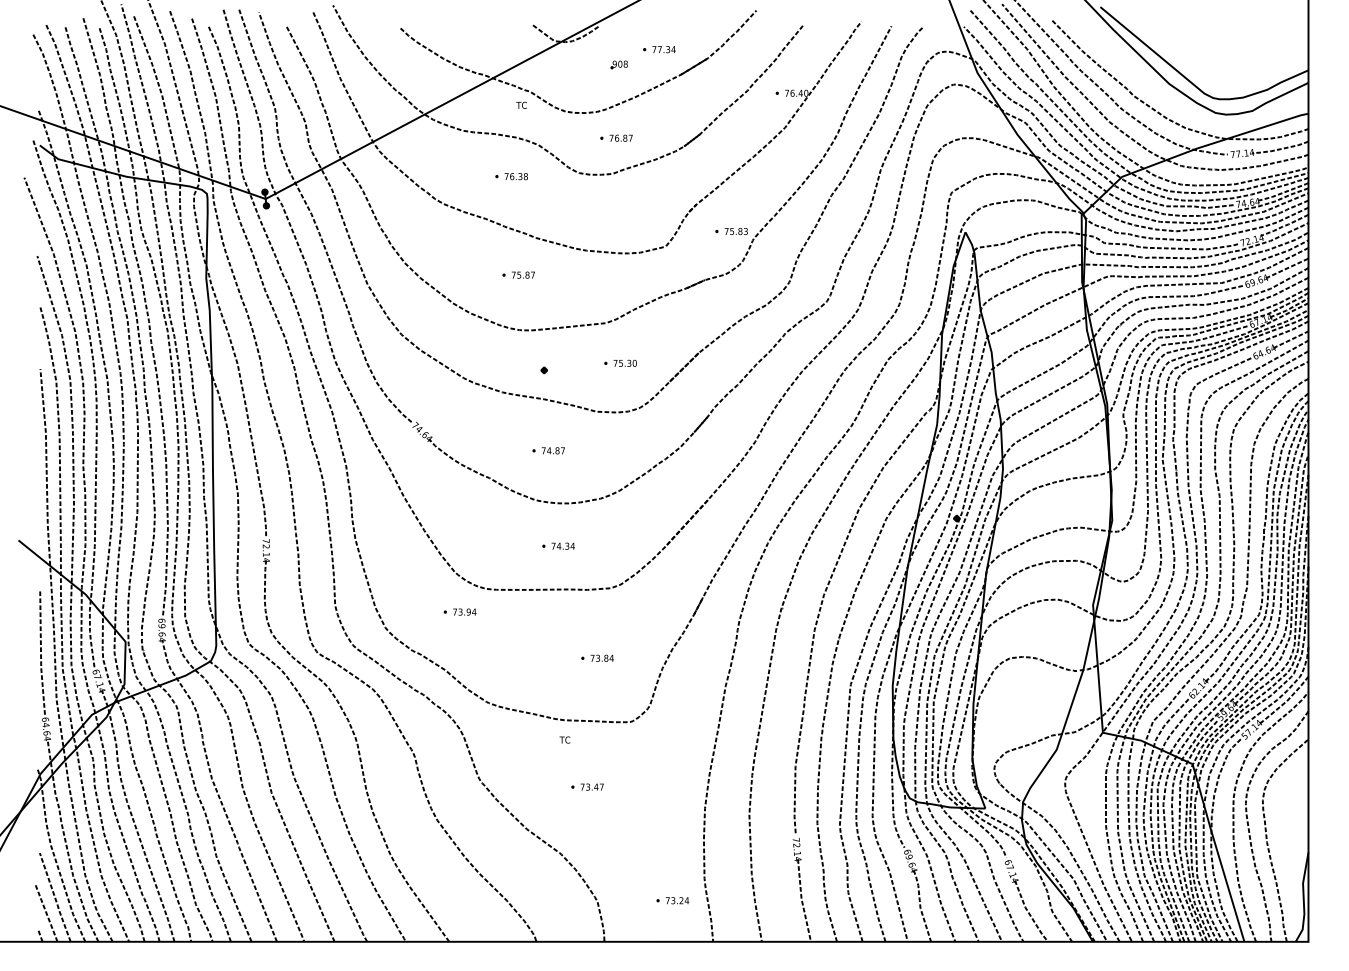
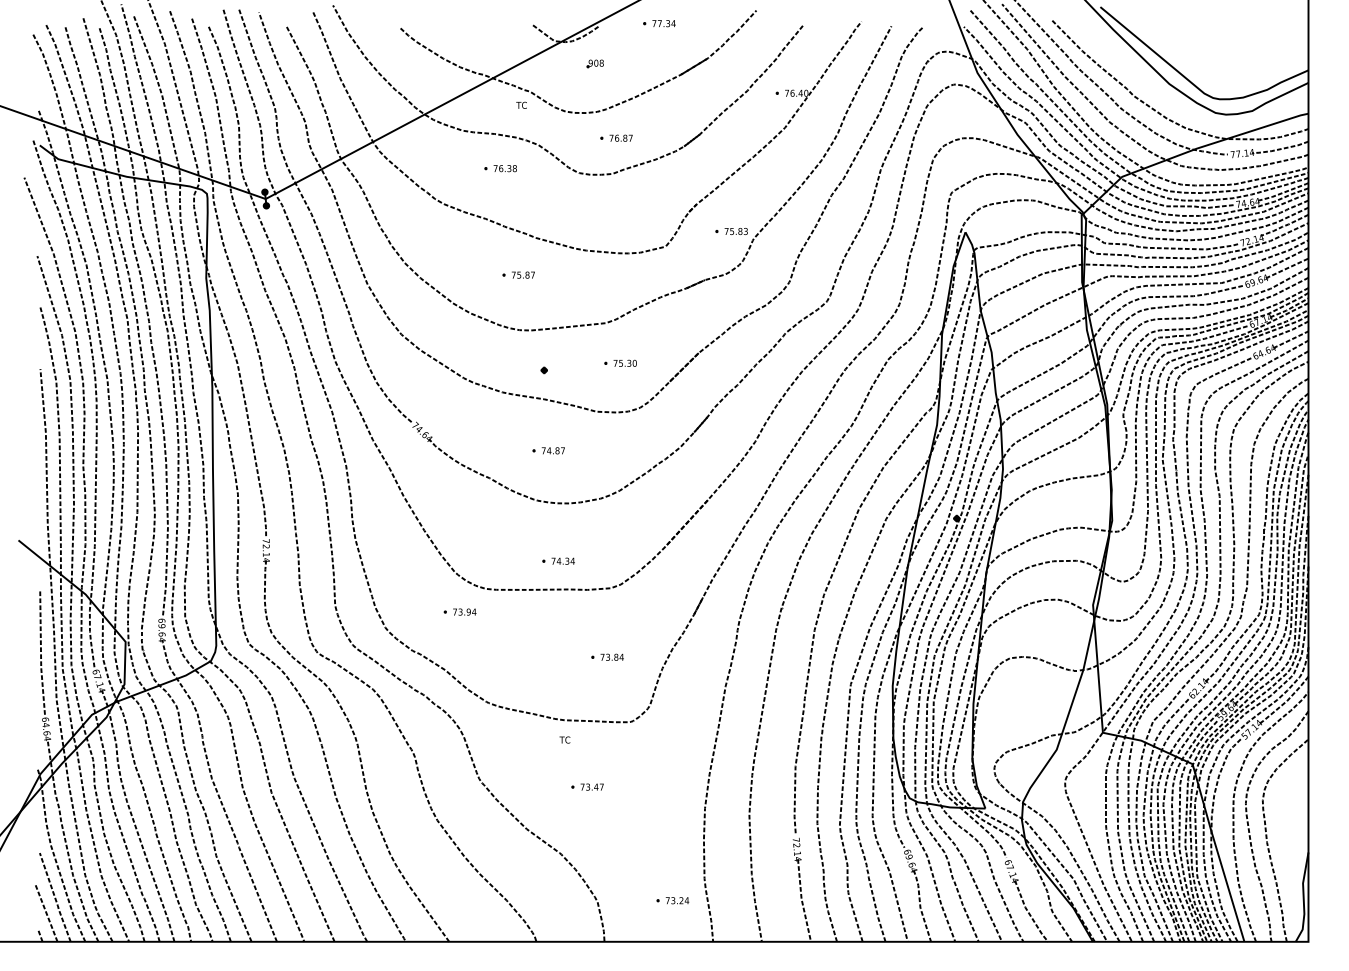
part at (659, 49) position: (659, 49) -> (659, 23)
part at (618, 64) position: (618, 64) -> (594, 63)
part at (511, 176) position: (511, 176) -> (500, 168)
part at (558, 545) position: (558, 545) -> (558, 560)
part at (597, 657) position: (597, 657) -> (607, 656)
